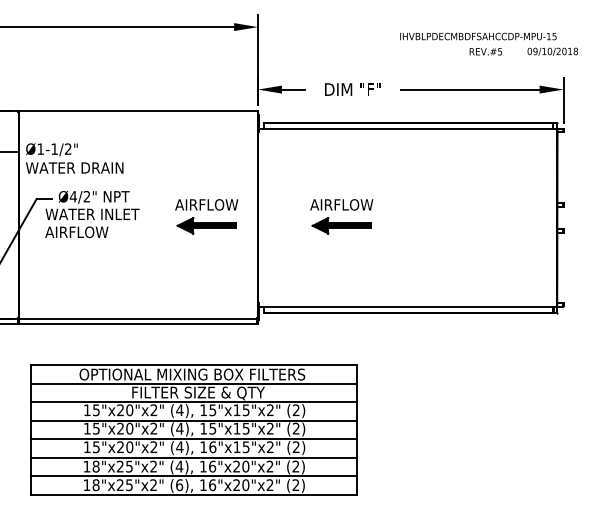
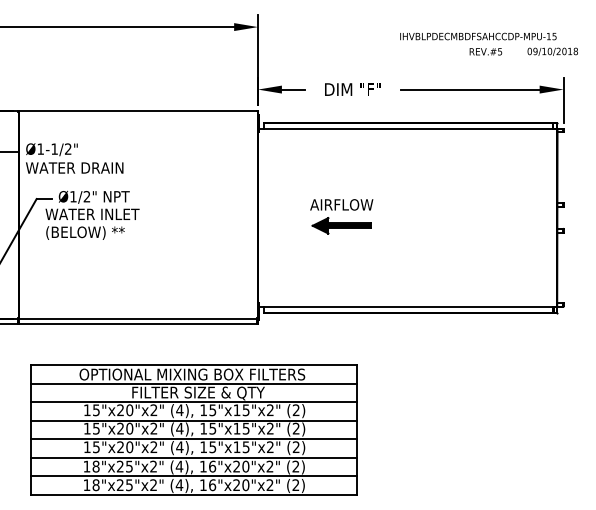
text at (73, 196): Ø4/2" -> Ø1/2"
part at (206, 216): present -> none
text at (84, 232): AIRFLOW -> (BELOW) **
text at (212, 447): 16"x15"x2" -> 15"x15"x2"
text at (179, 485): (6), -> (4),
